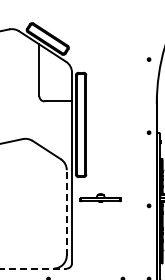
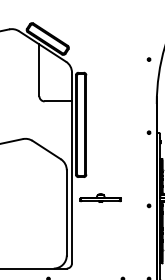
line at (66, 212): dashed -> solid
line at (33, 268): dashed -> solid
